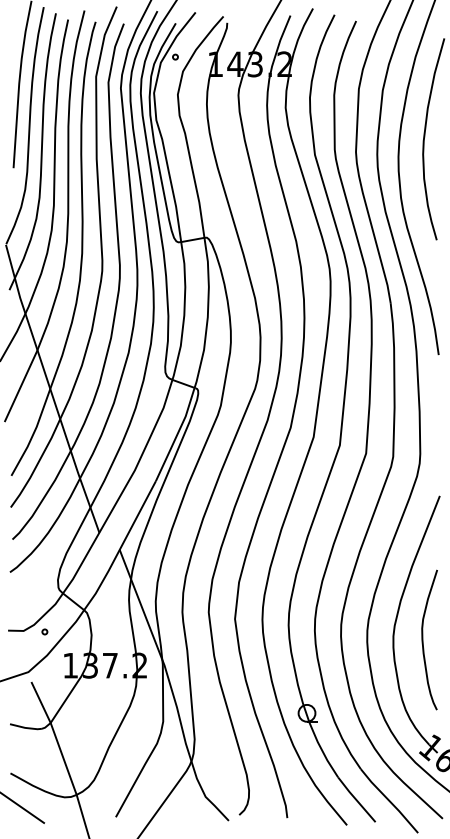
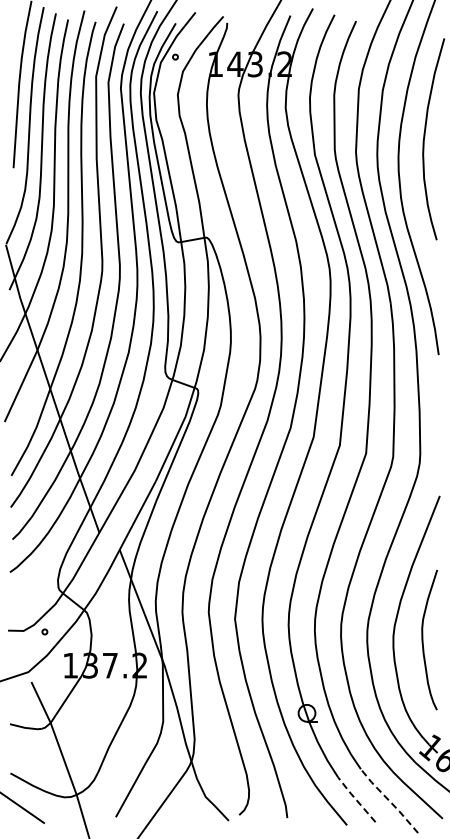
line at (355, 799): solid -> dashed
line at (389, 801): solid -> dashed
